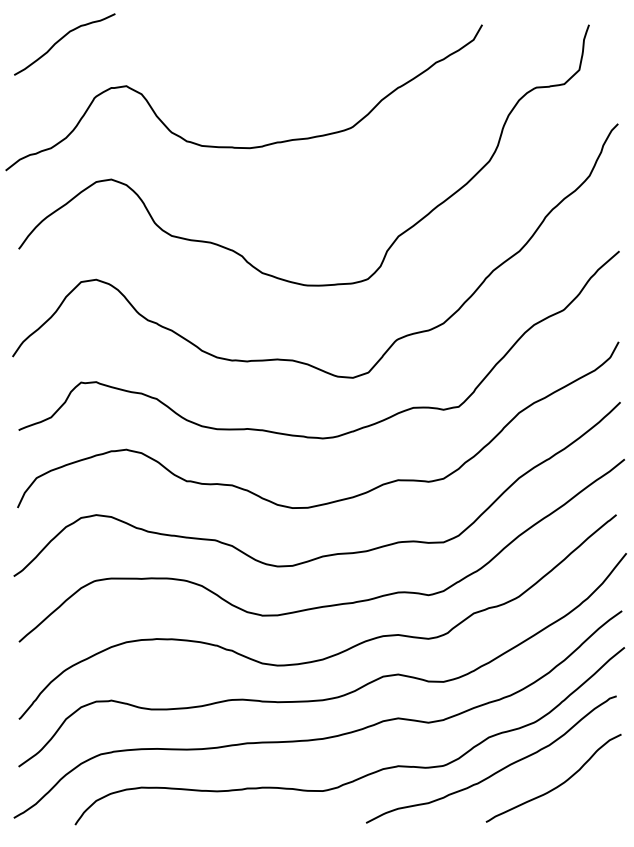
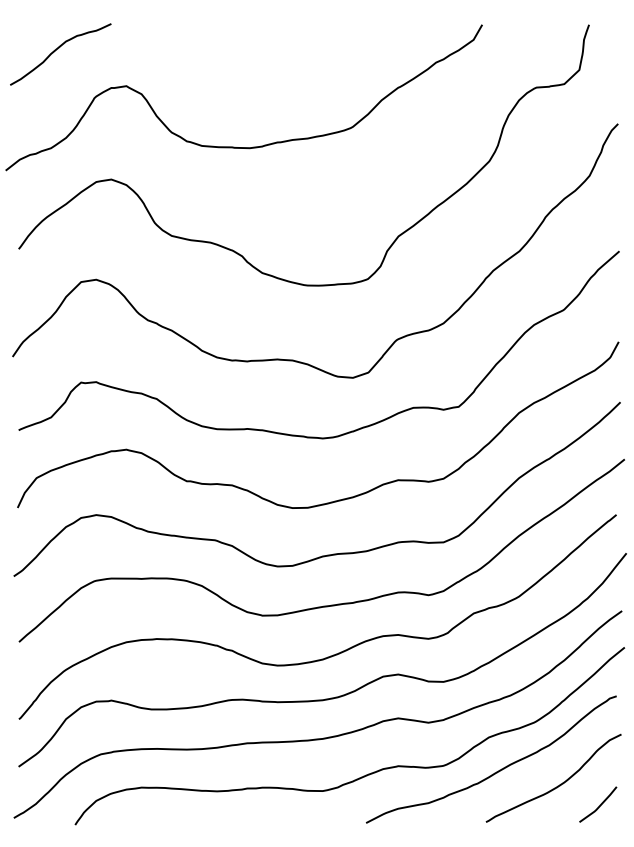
curve at (60, 40) position: (60, 40) -> (56, 50)
line at (599, 805): none -> present
